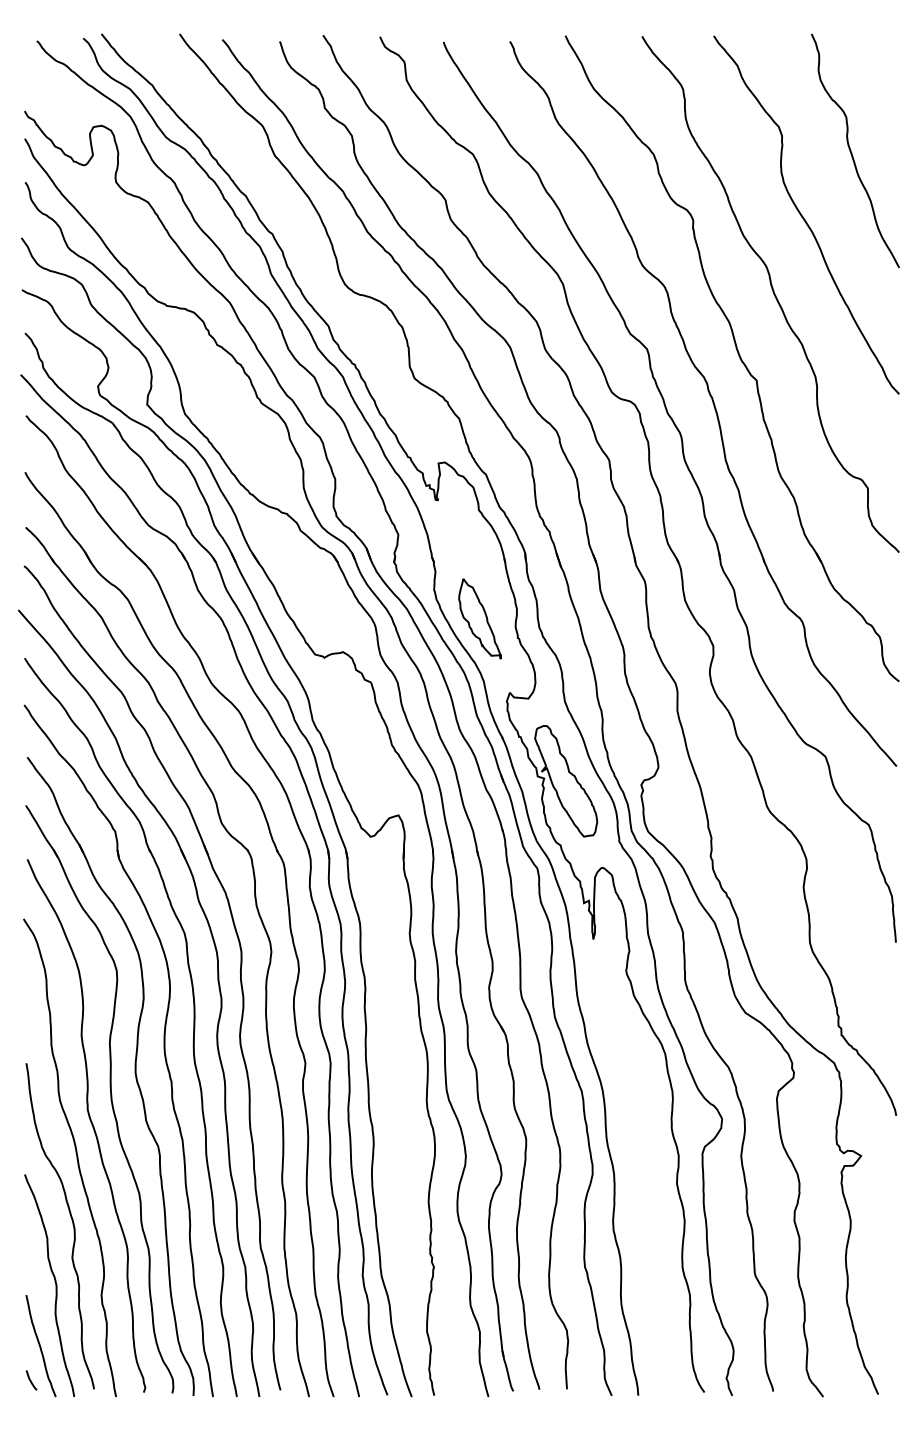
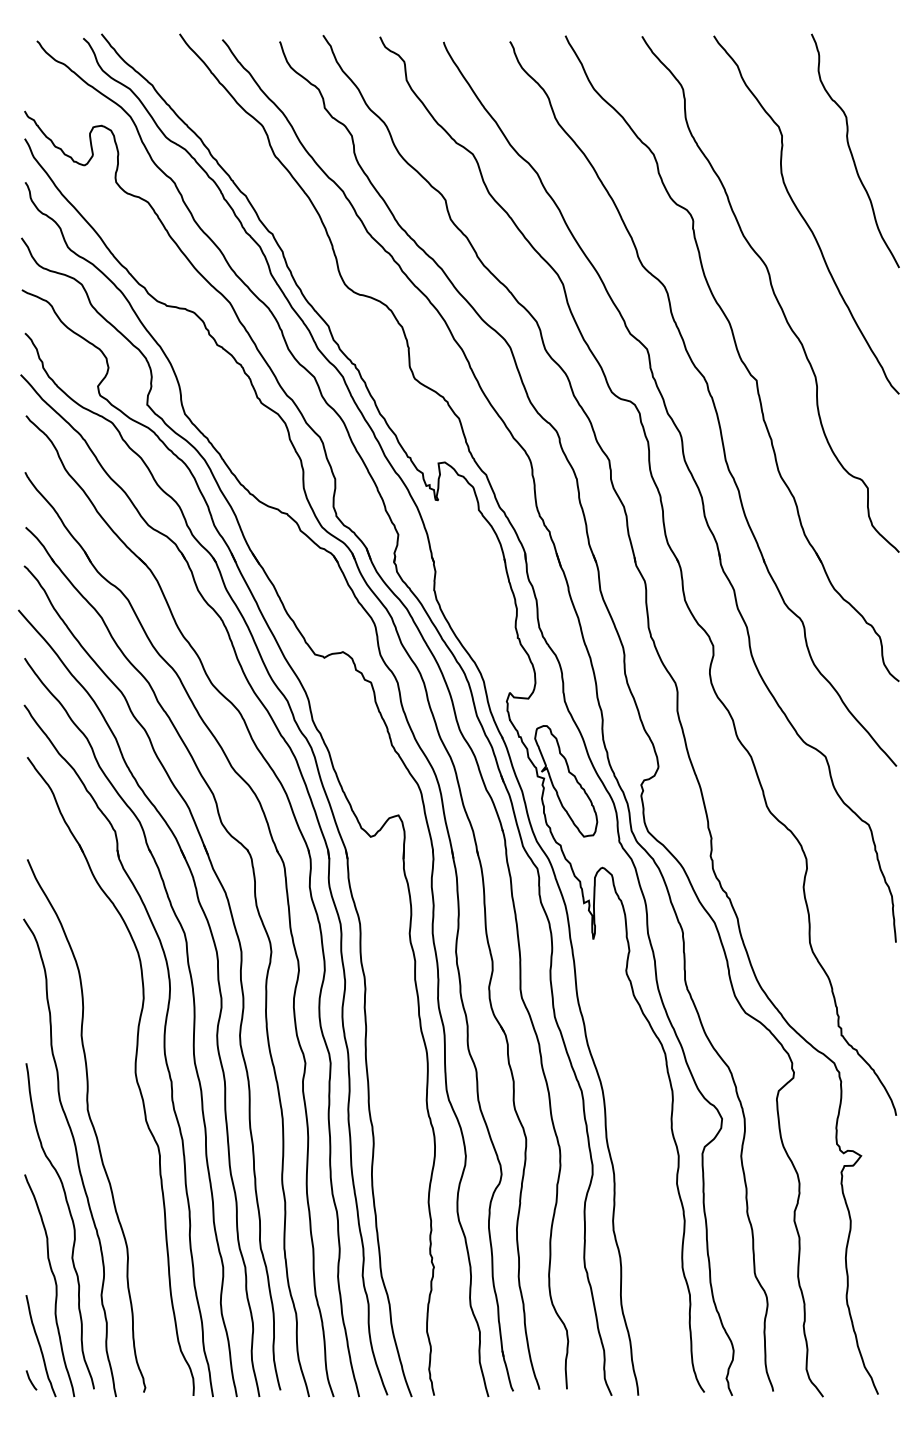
part at (479, 618): present -> none
part at (110, 1099): present -> none
